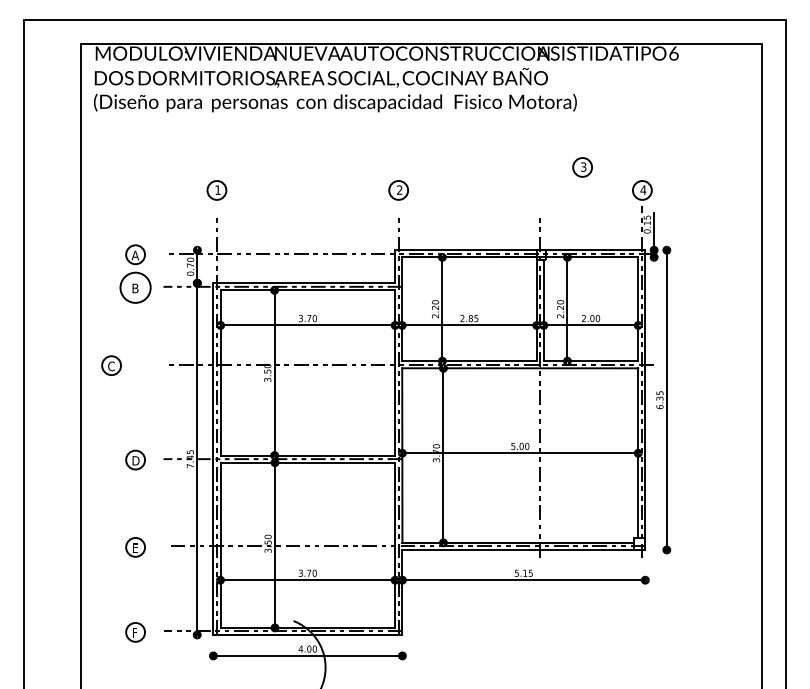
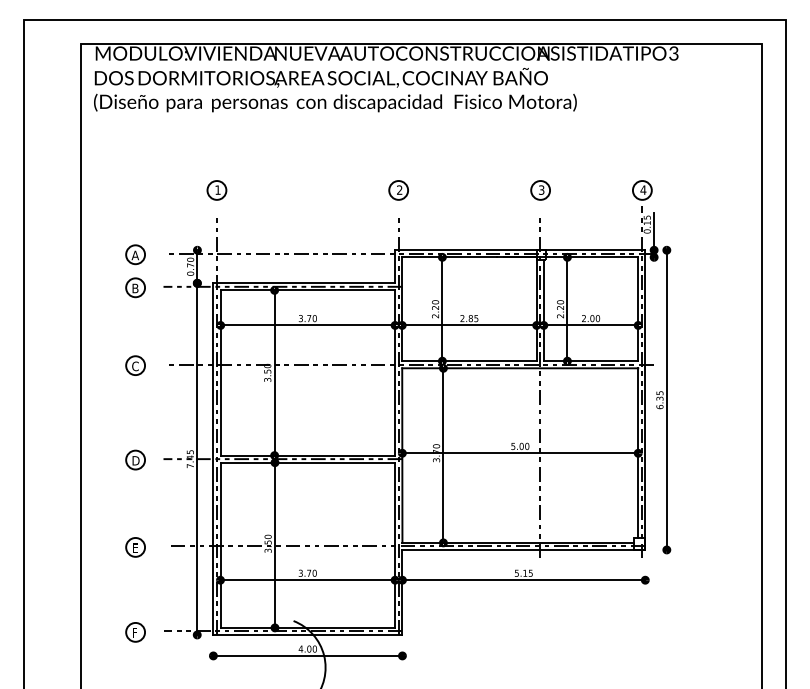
text at (673, 53): 6 -> 3
part at (582, 167) position: (582, 167) -> (540, 190)
circle at (135, 287) diameter: 30 px -> 19 px
part at (111, 365) position: (111, 365) -> (135, 365)
